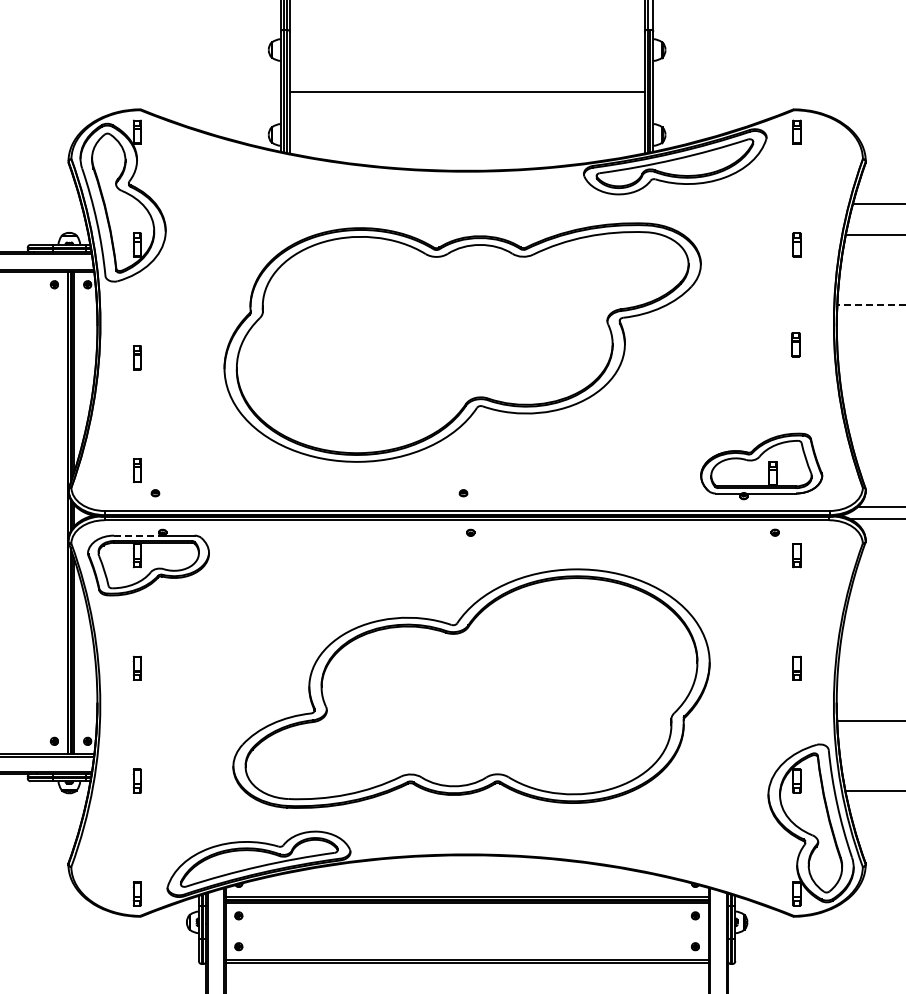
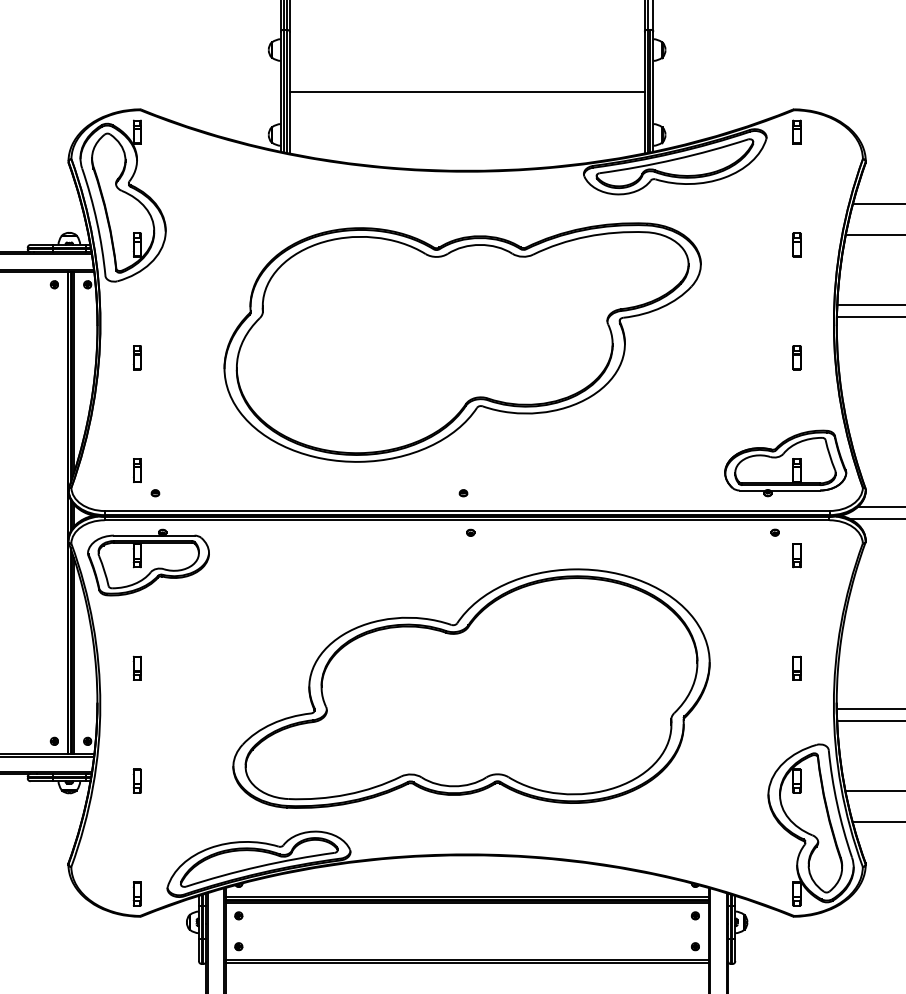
line at (871, 305): dashed -> solid
line at (869, 316): none -> present
part at (795, 344) position: (795, 344) -> (796, 357)
part at (761, 466) position: (761, 466) -> (785, 463)
line at (137, 535): dashed -> solid
line at (869, 709): none -> present
line at (877, 821): none -> present
